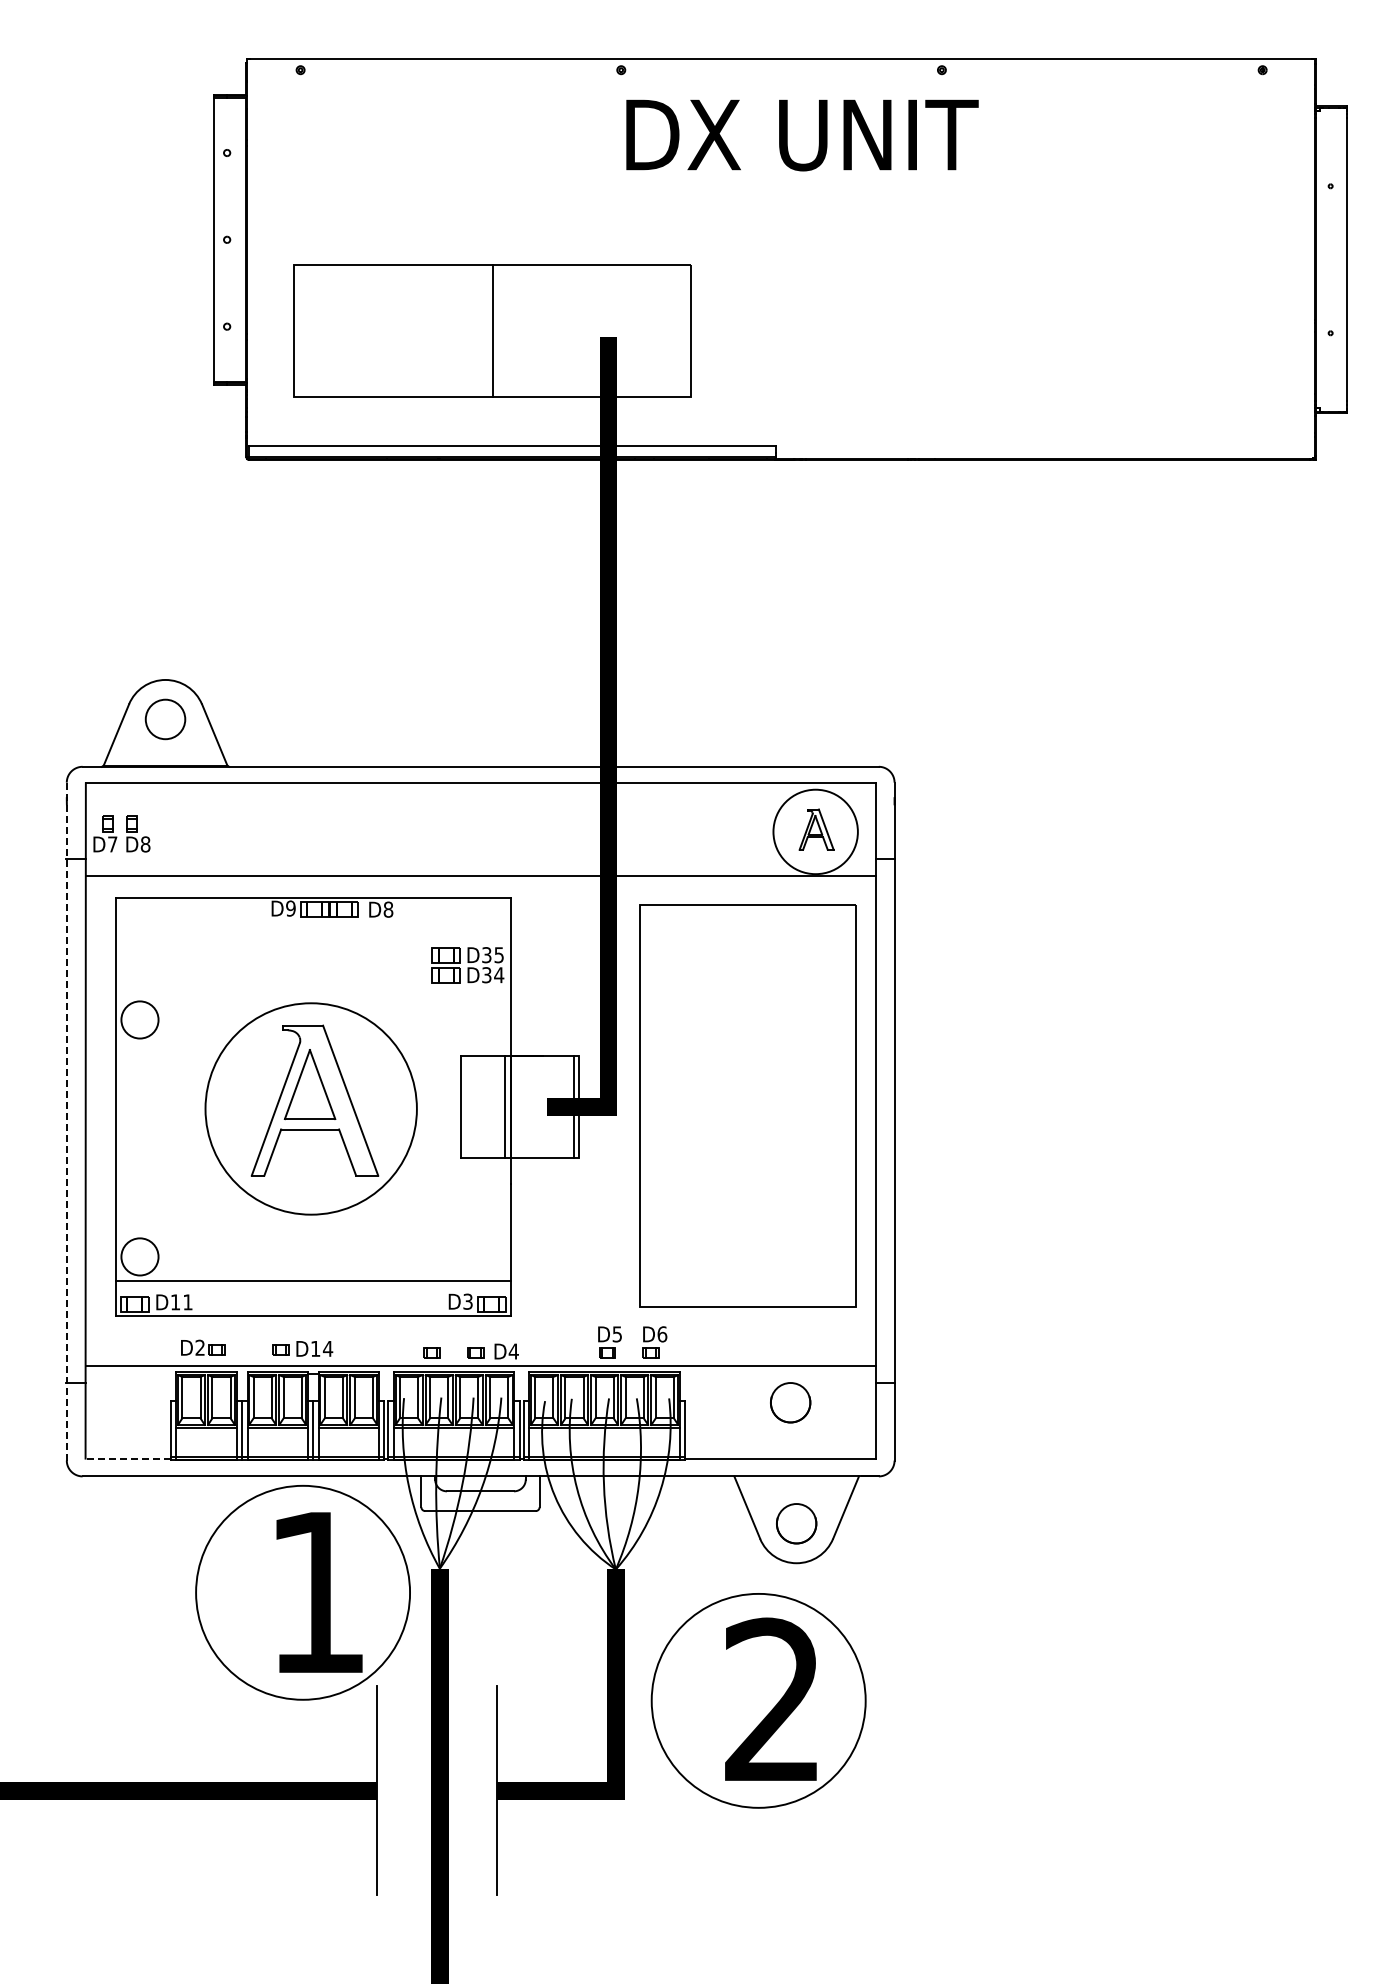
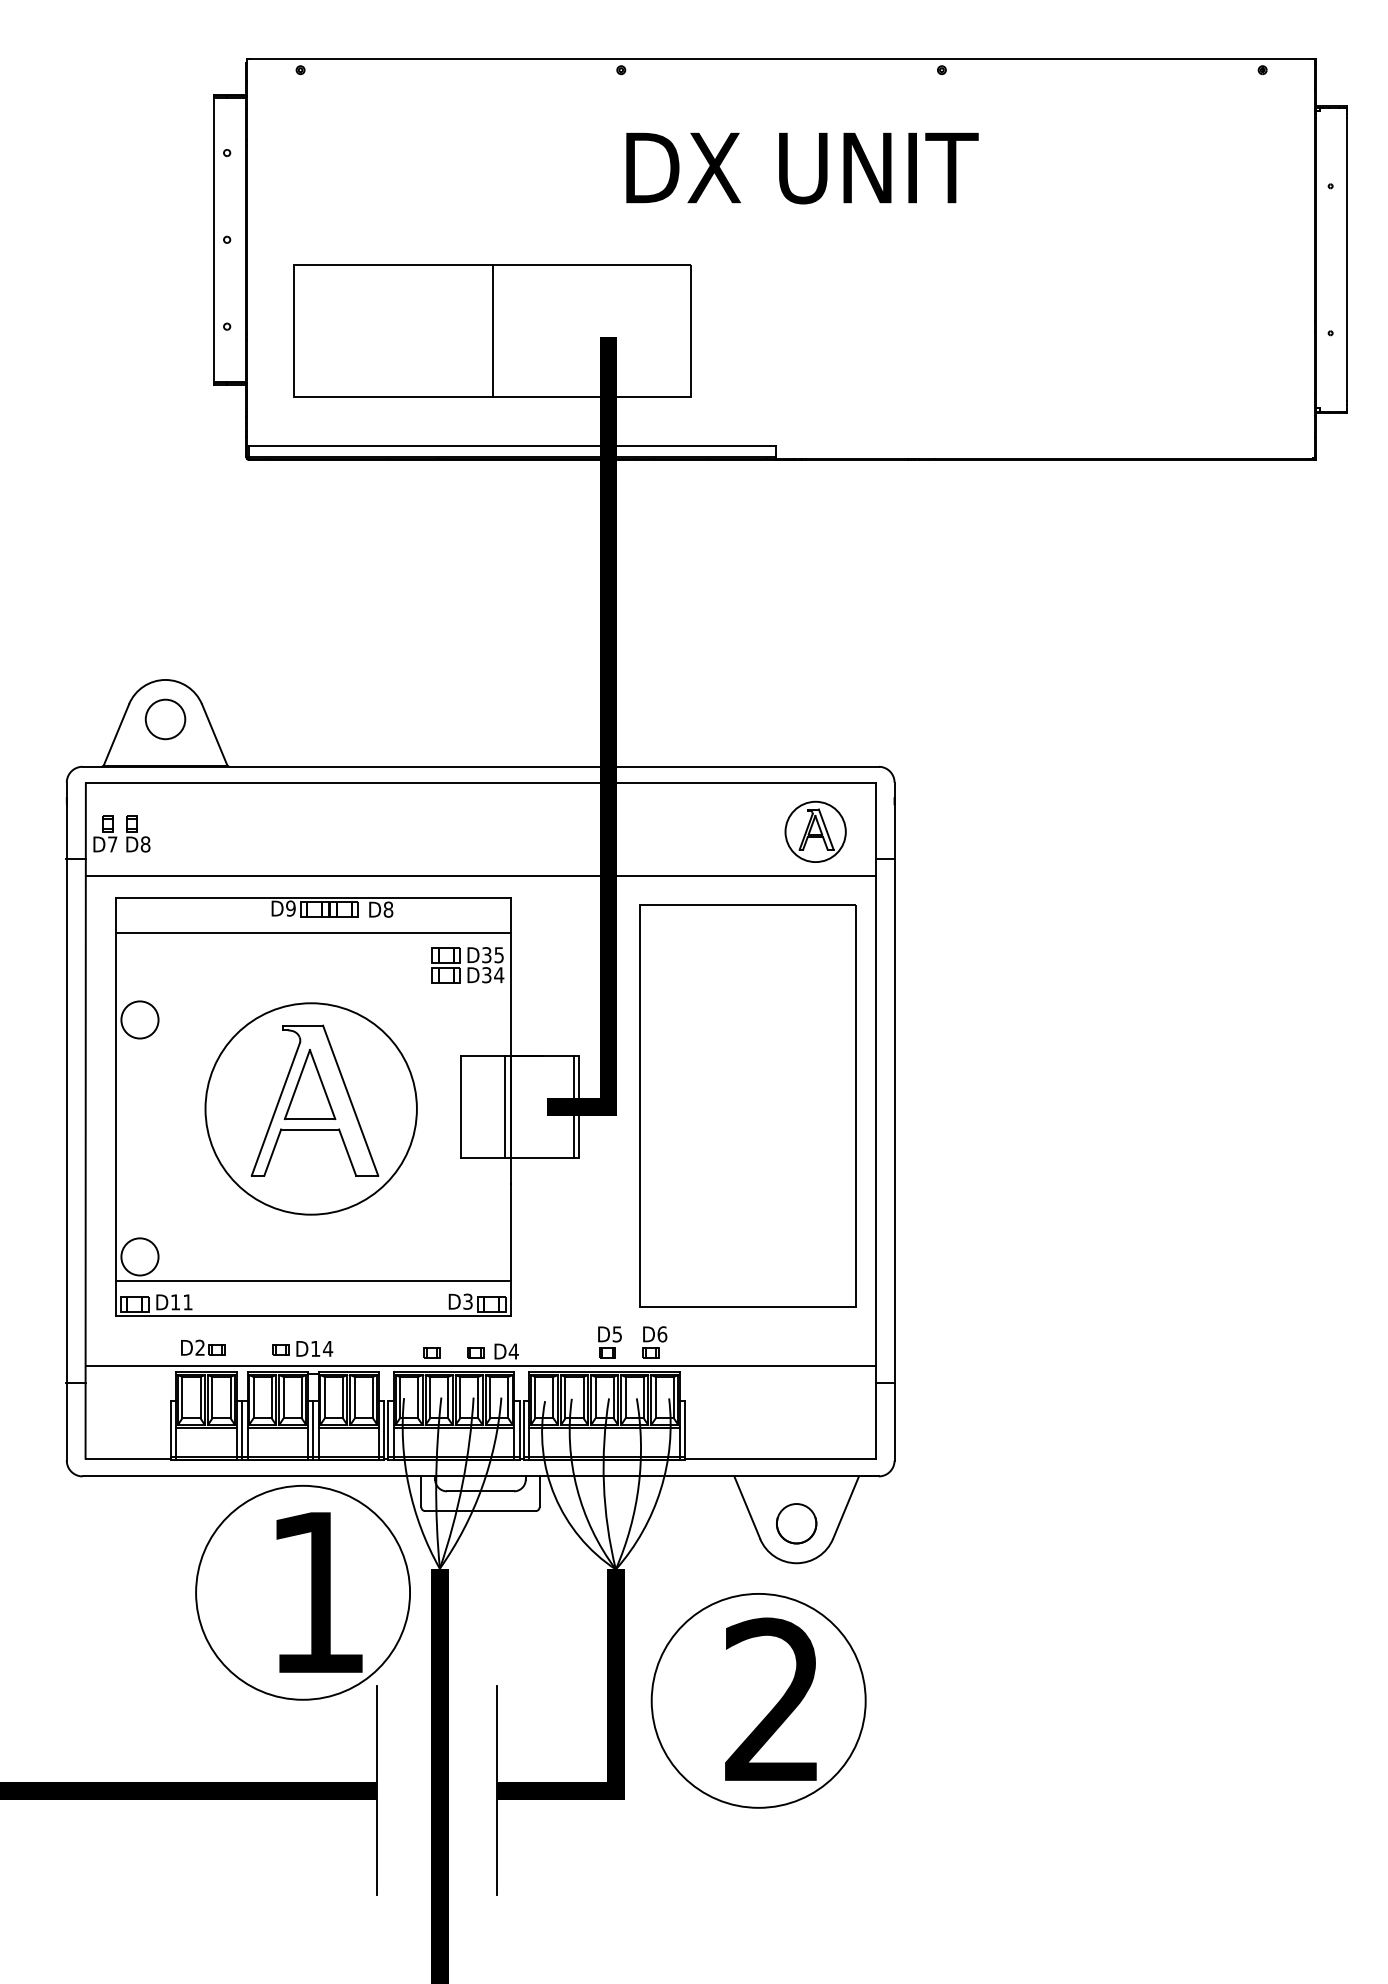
text at (802, 135) position: (802, 135) -> (802, 168)
circle at (815, 831) diameter: 84 px -> 60 px
line at (313, 933): none -> present
line at (66, 1121): dashed -> solid
circle at (790, 1402): present -> none
line at (128, 1458): dashed -> solid
